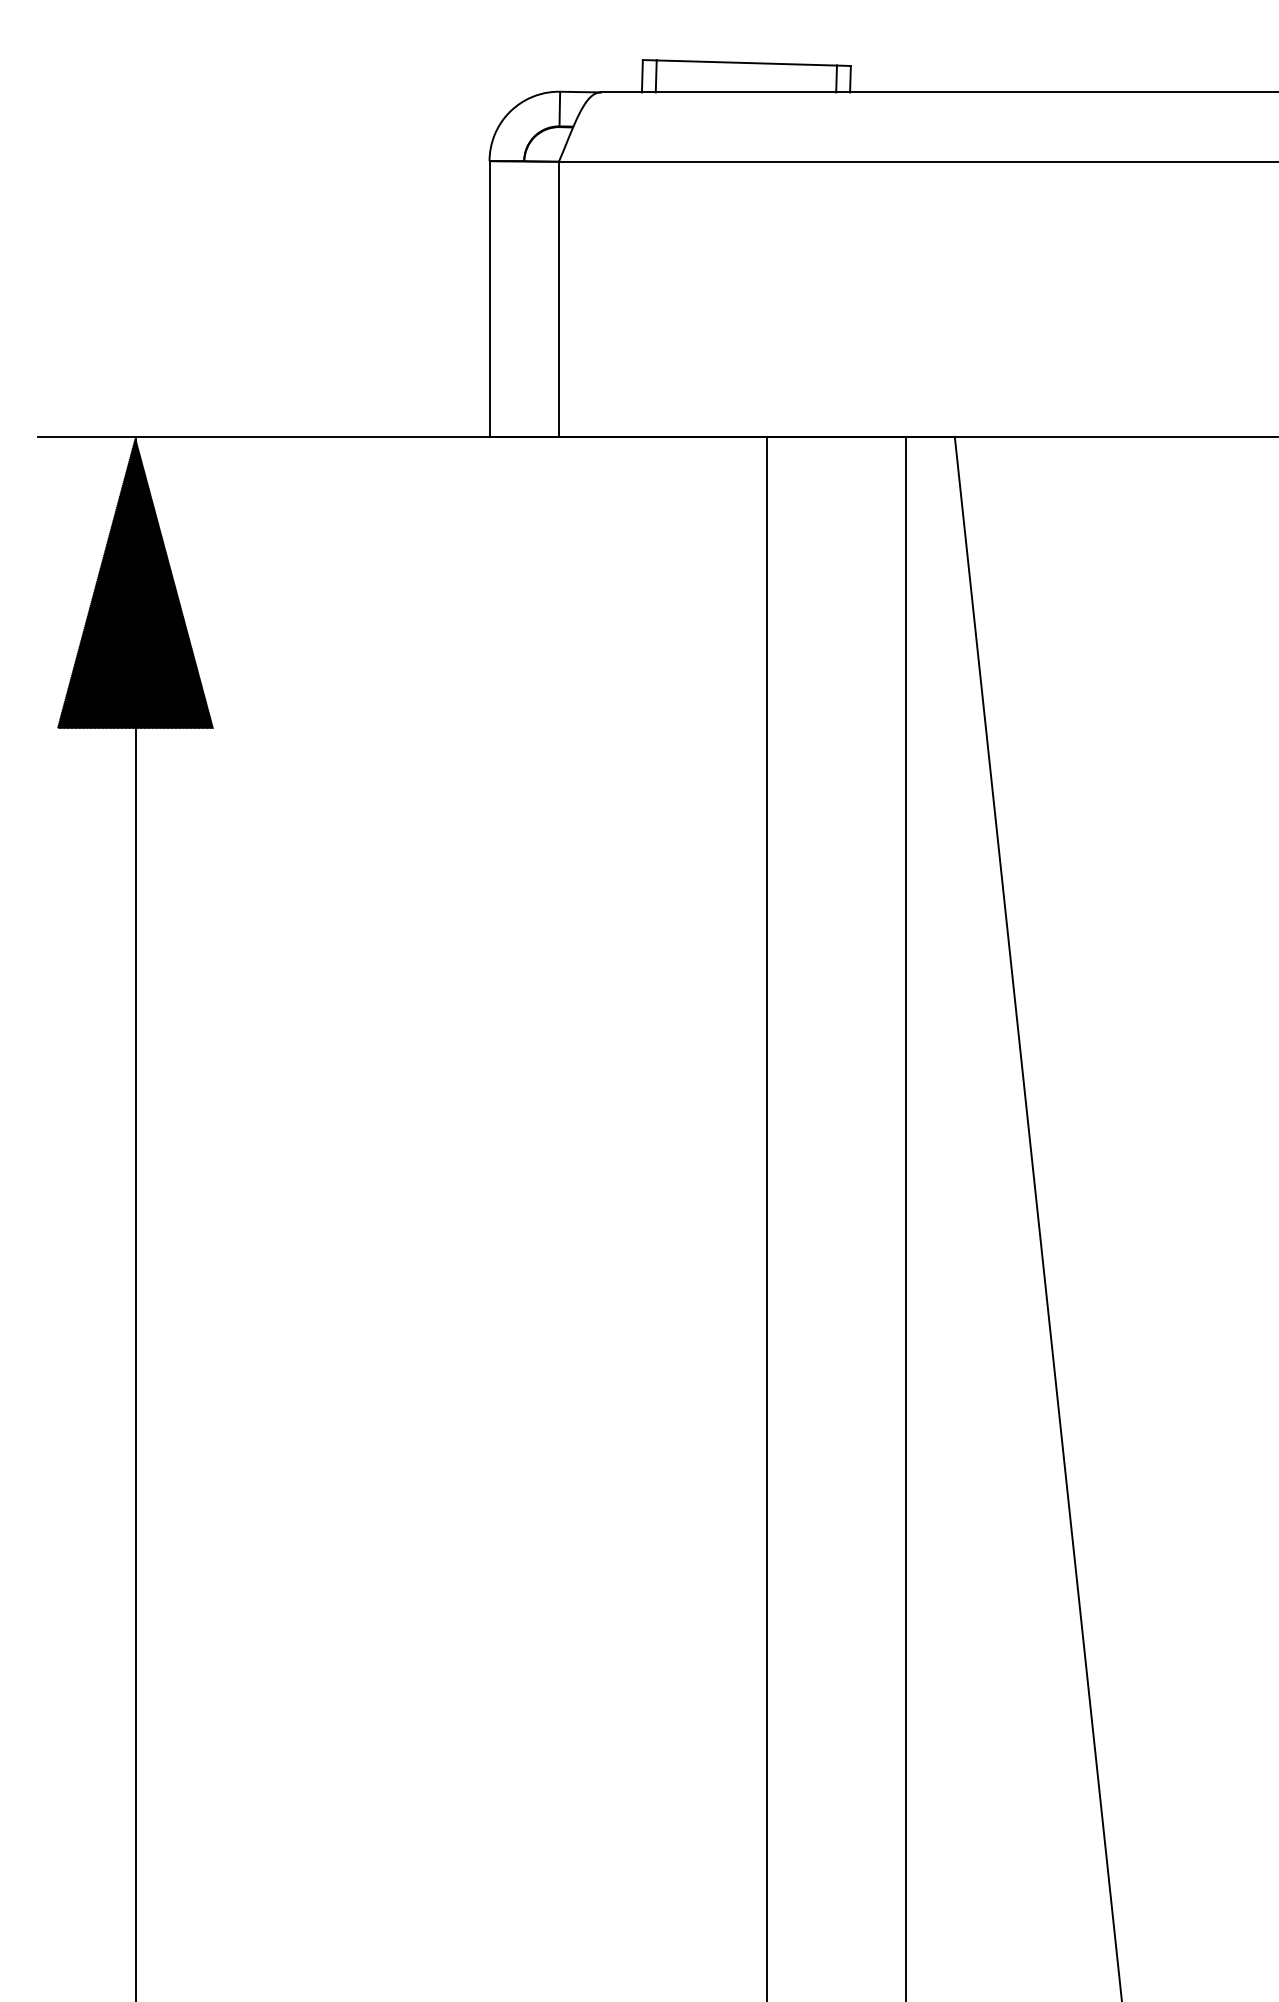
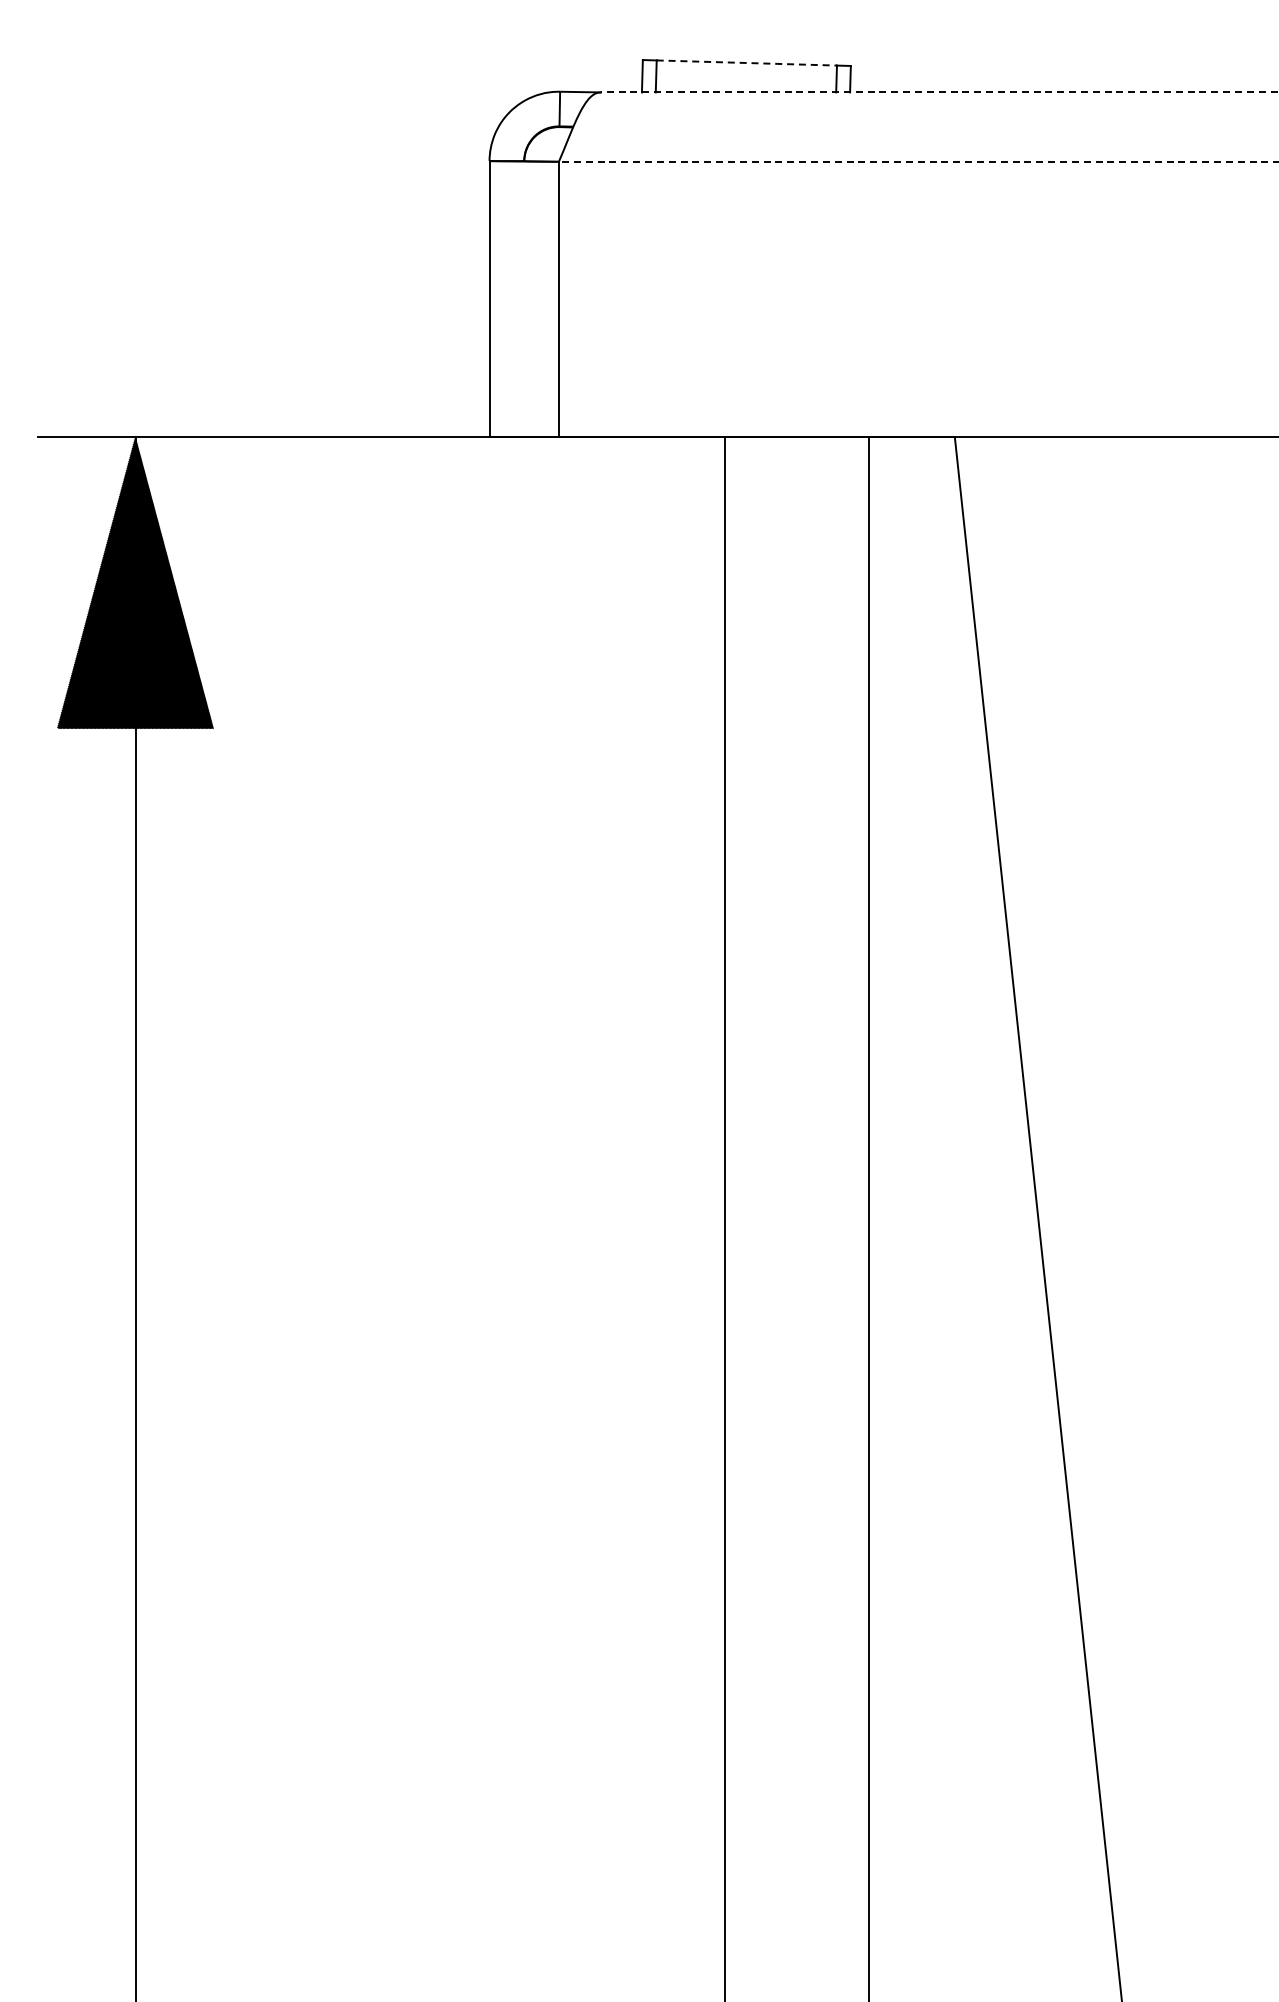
line at (747, 63): solid -> dashed
line at (939, 92): solid -> dashed
line at (918, 161): solid -> dashed
line at (767, 1217) position: (767, 1217) -> (725, 1217)
line at (905, 1217) position: (905, 1217) -> (868, 1217)
